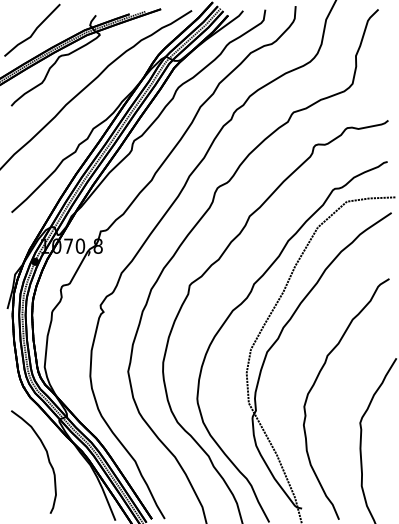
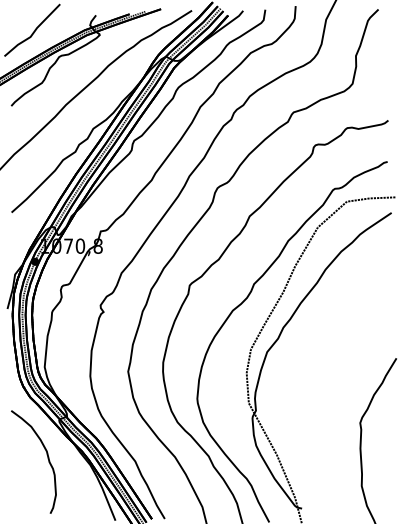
part at (315, 383): present -> none
